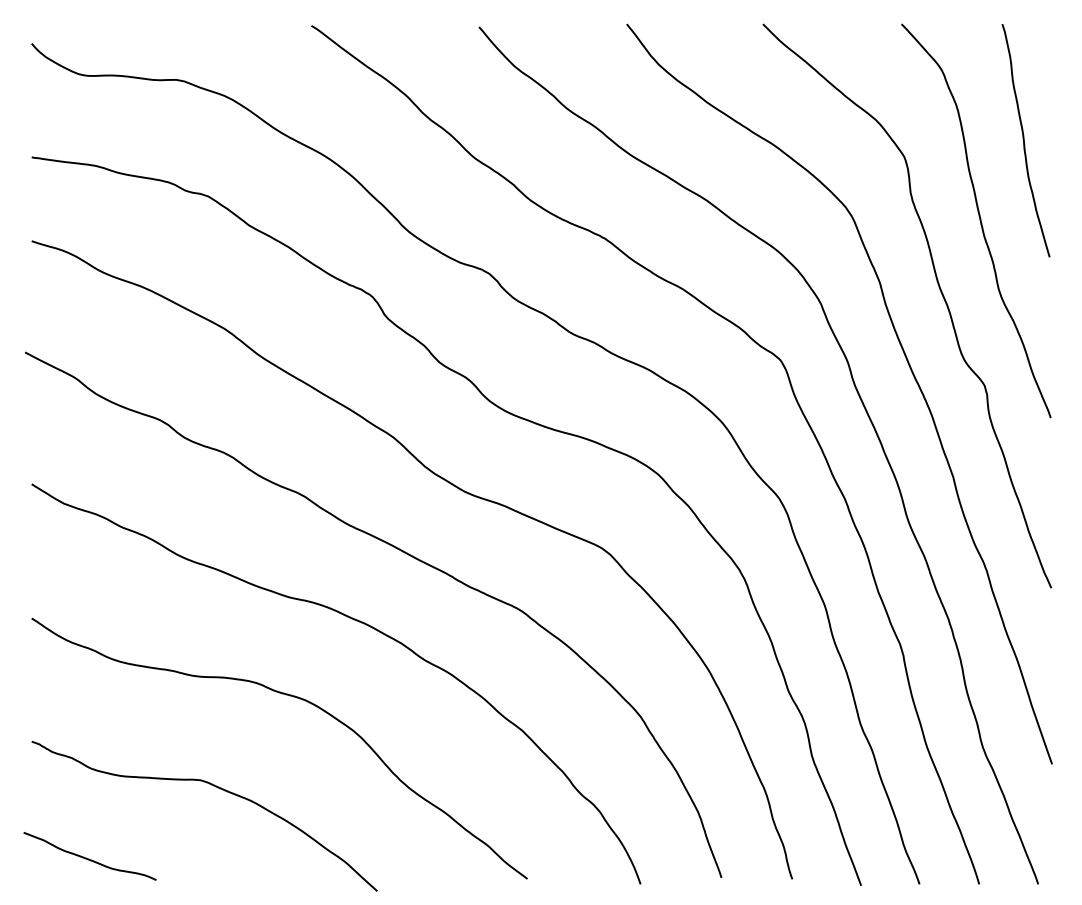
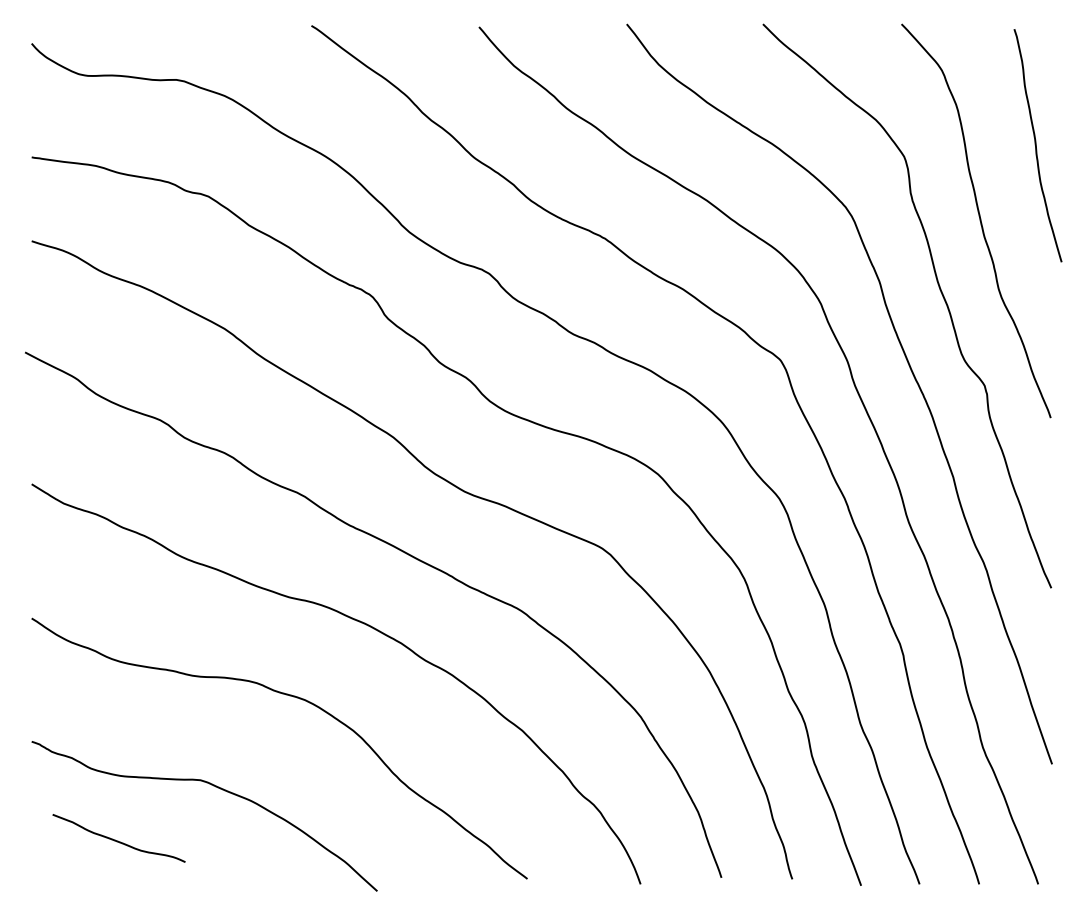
curve at (1024, 140) position: (1024, 140) -> (1036, 145)
curve at (89, 858) position: (89, 858) -> (118, 840)
